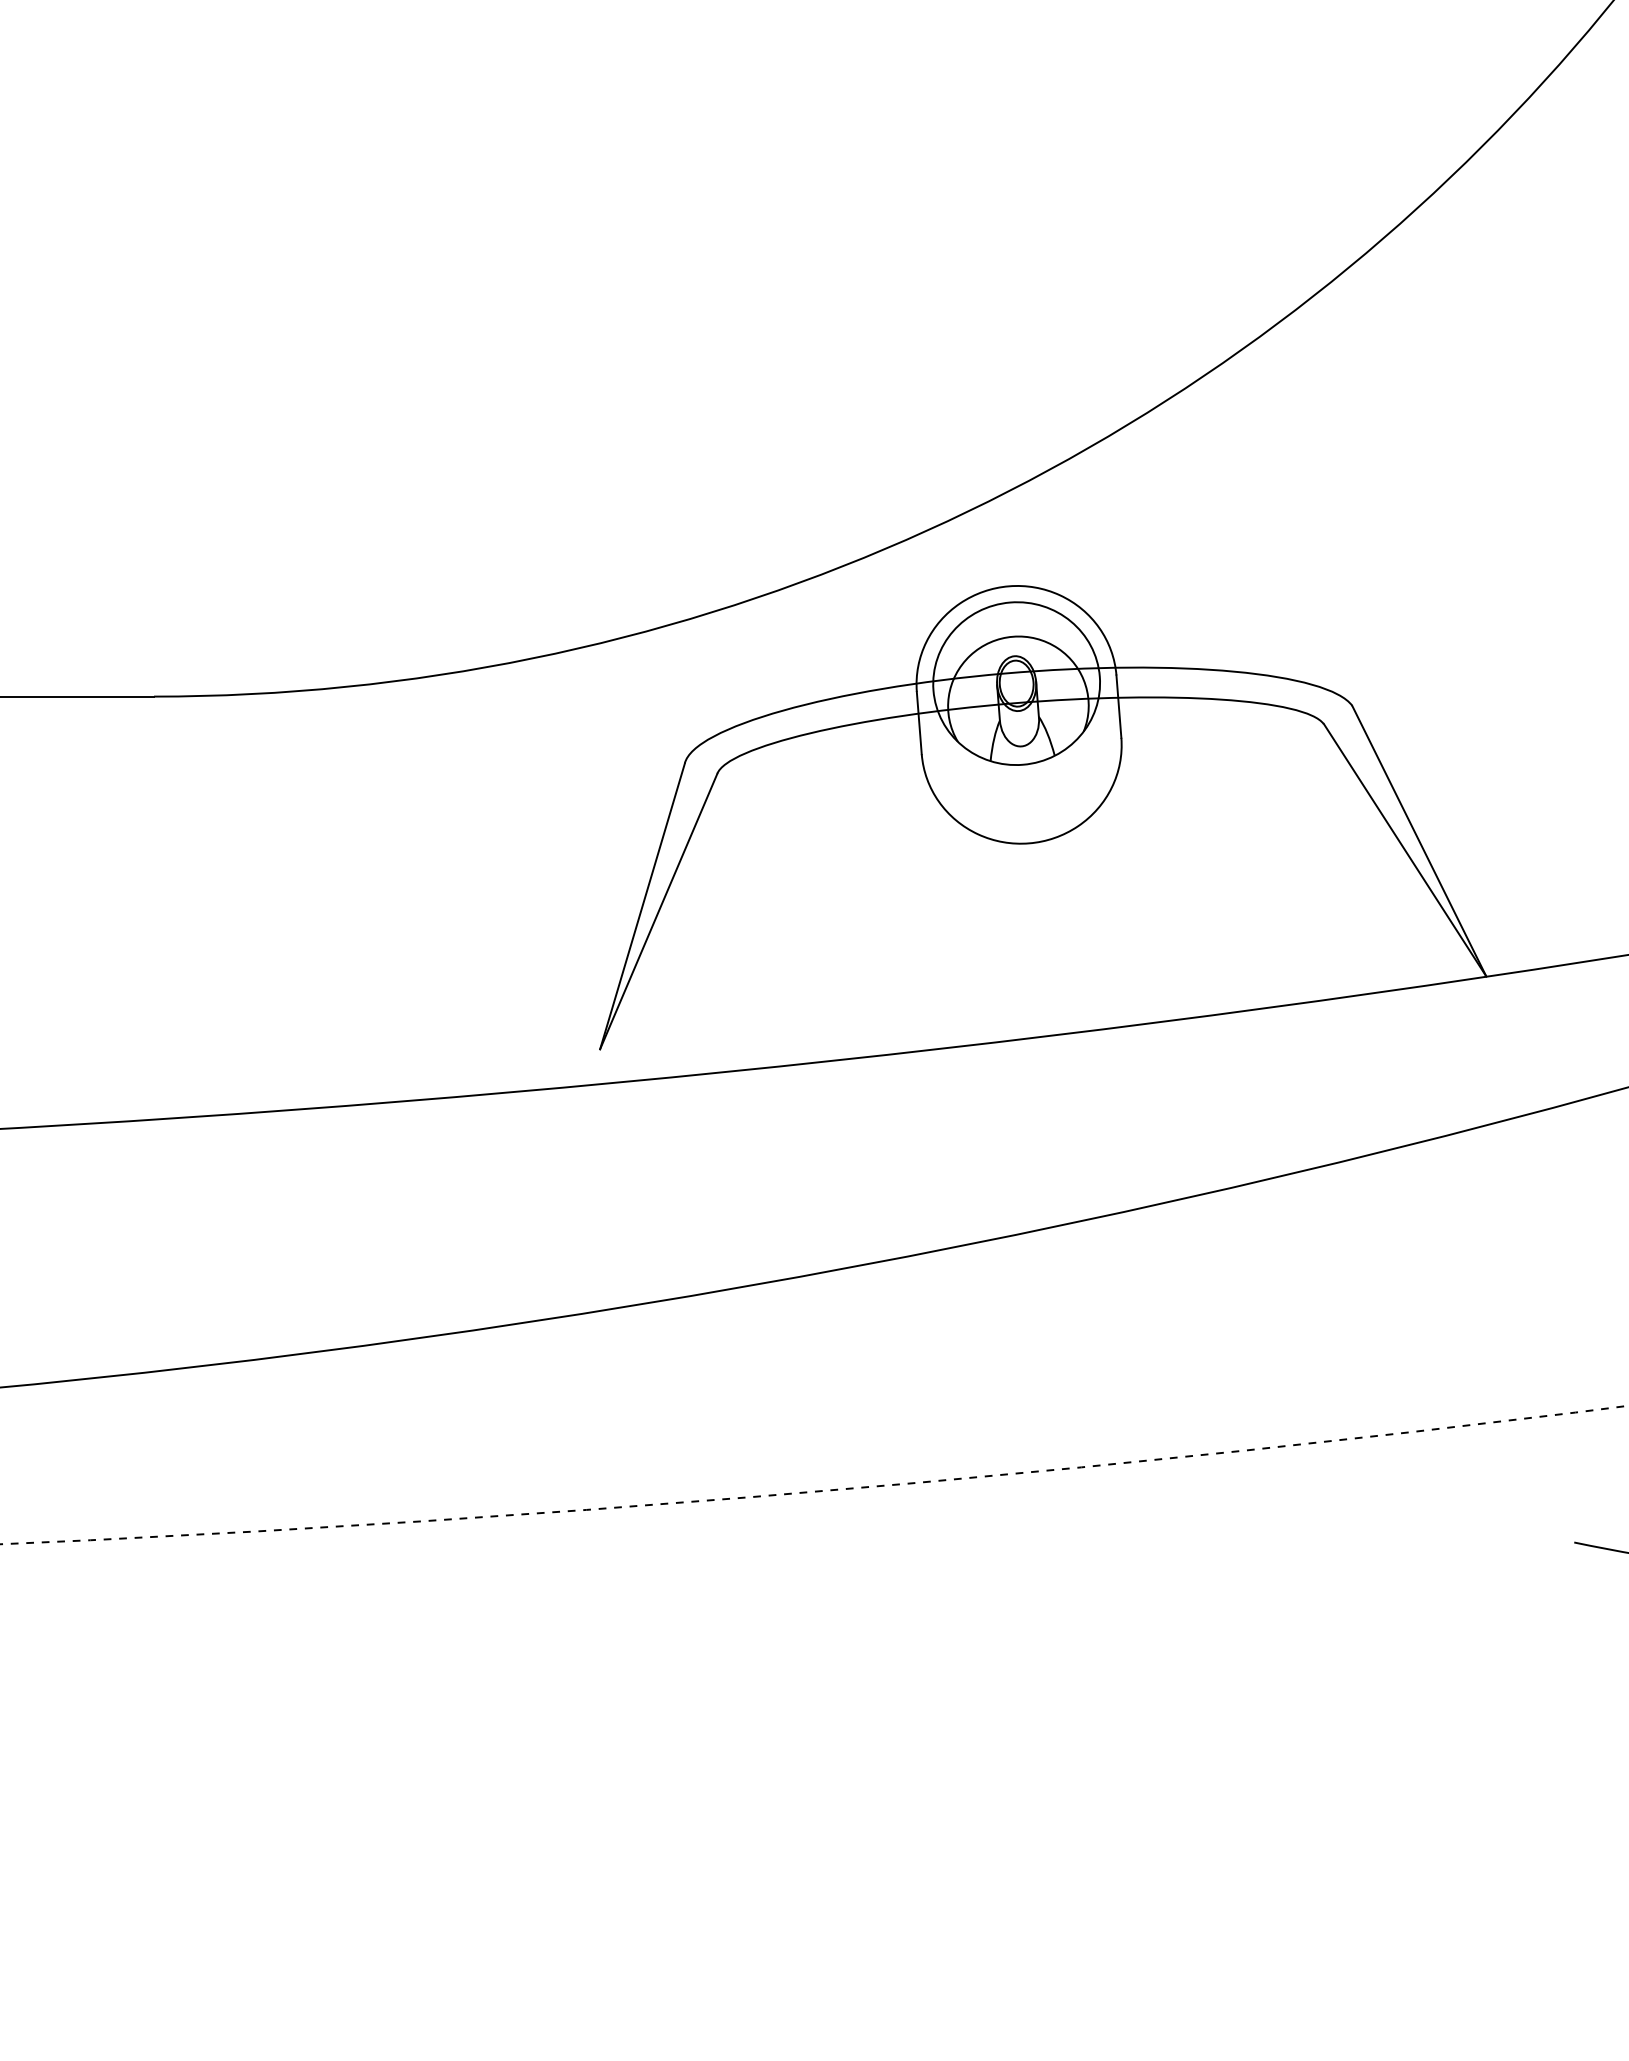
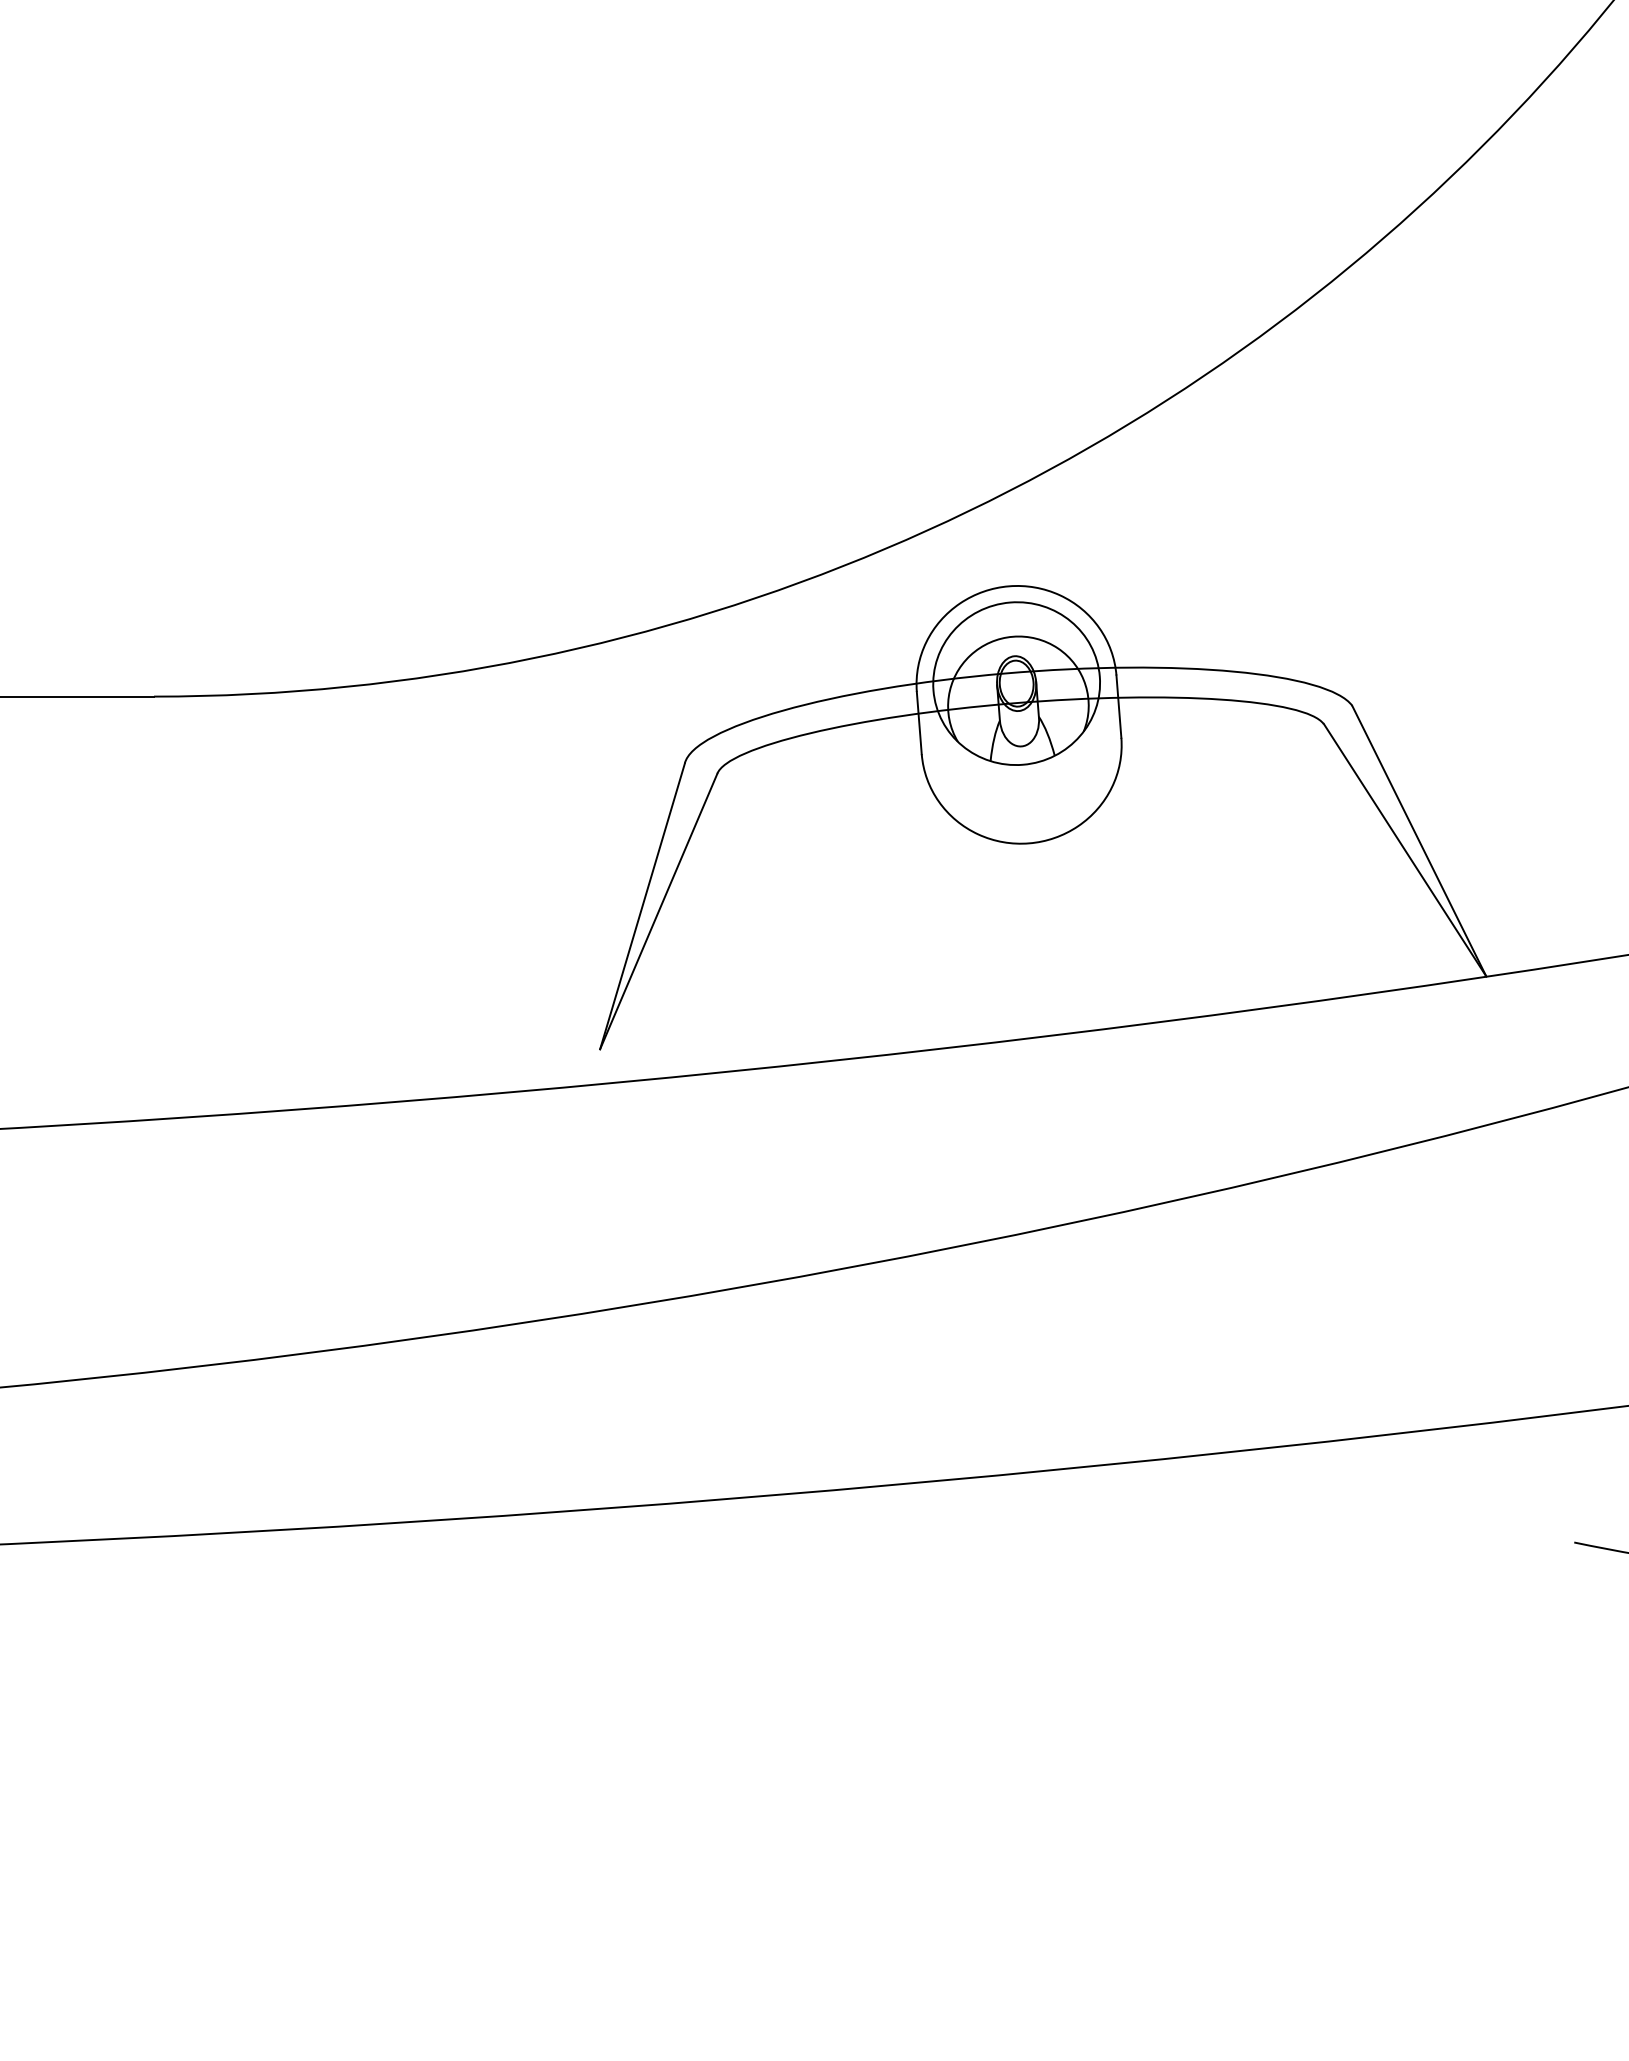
arc at (816, 1491): dashed -> solid
